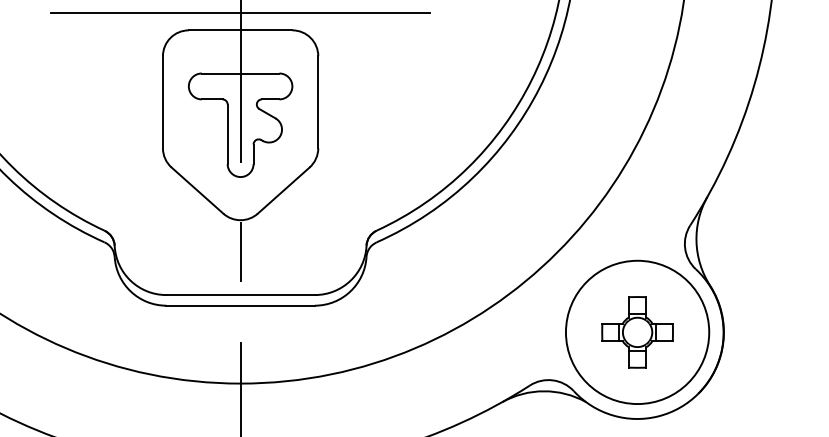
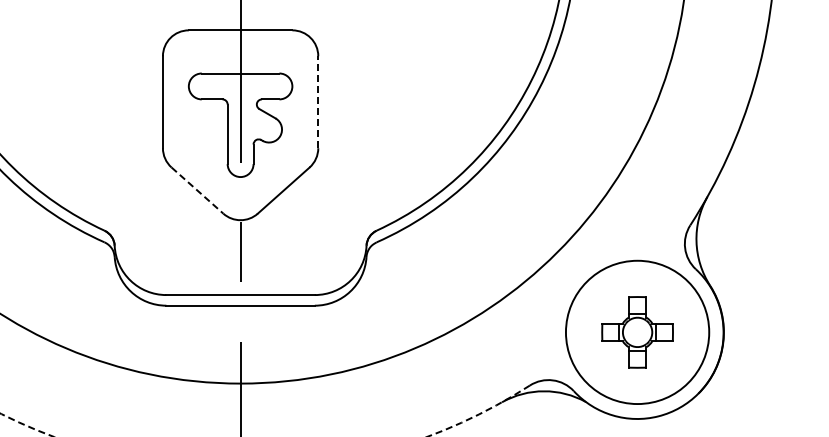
line at (240, 13): present -> none
line at (318, 102): solid -> dashed
line at (197, 190): solid -> dashed
arc at (453, 426): solid -> dashed
